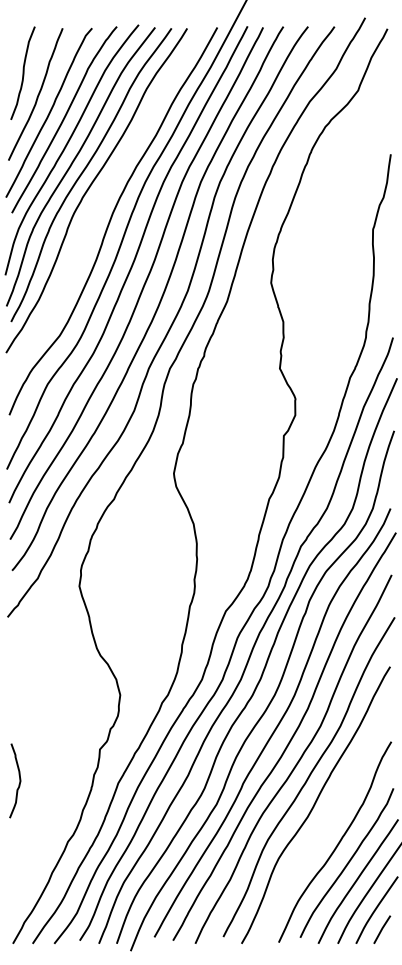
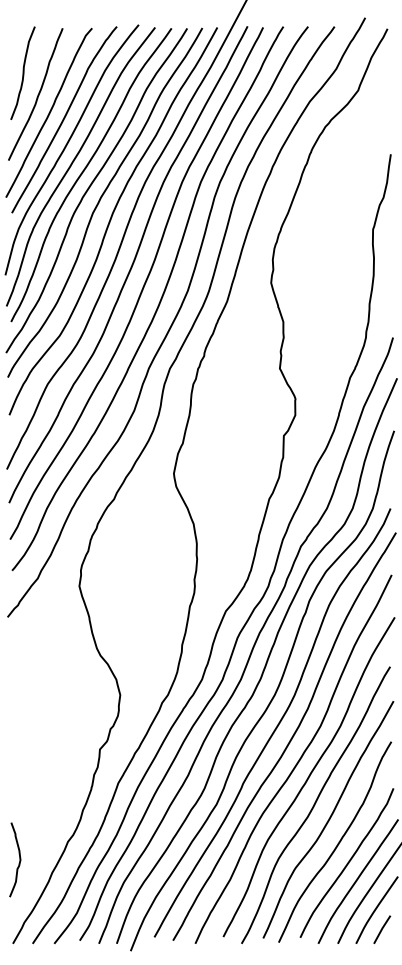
curve at (100, 201): none -> present
curve at (19, 780) position: (19, 780) -> (19, 859)
curve at (328, 819): none -> present
